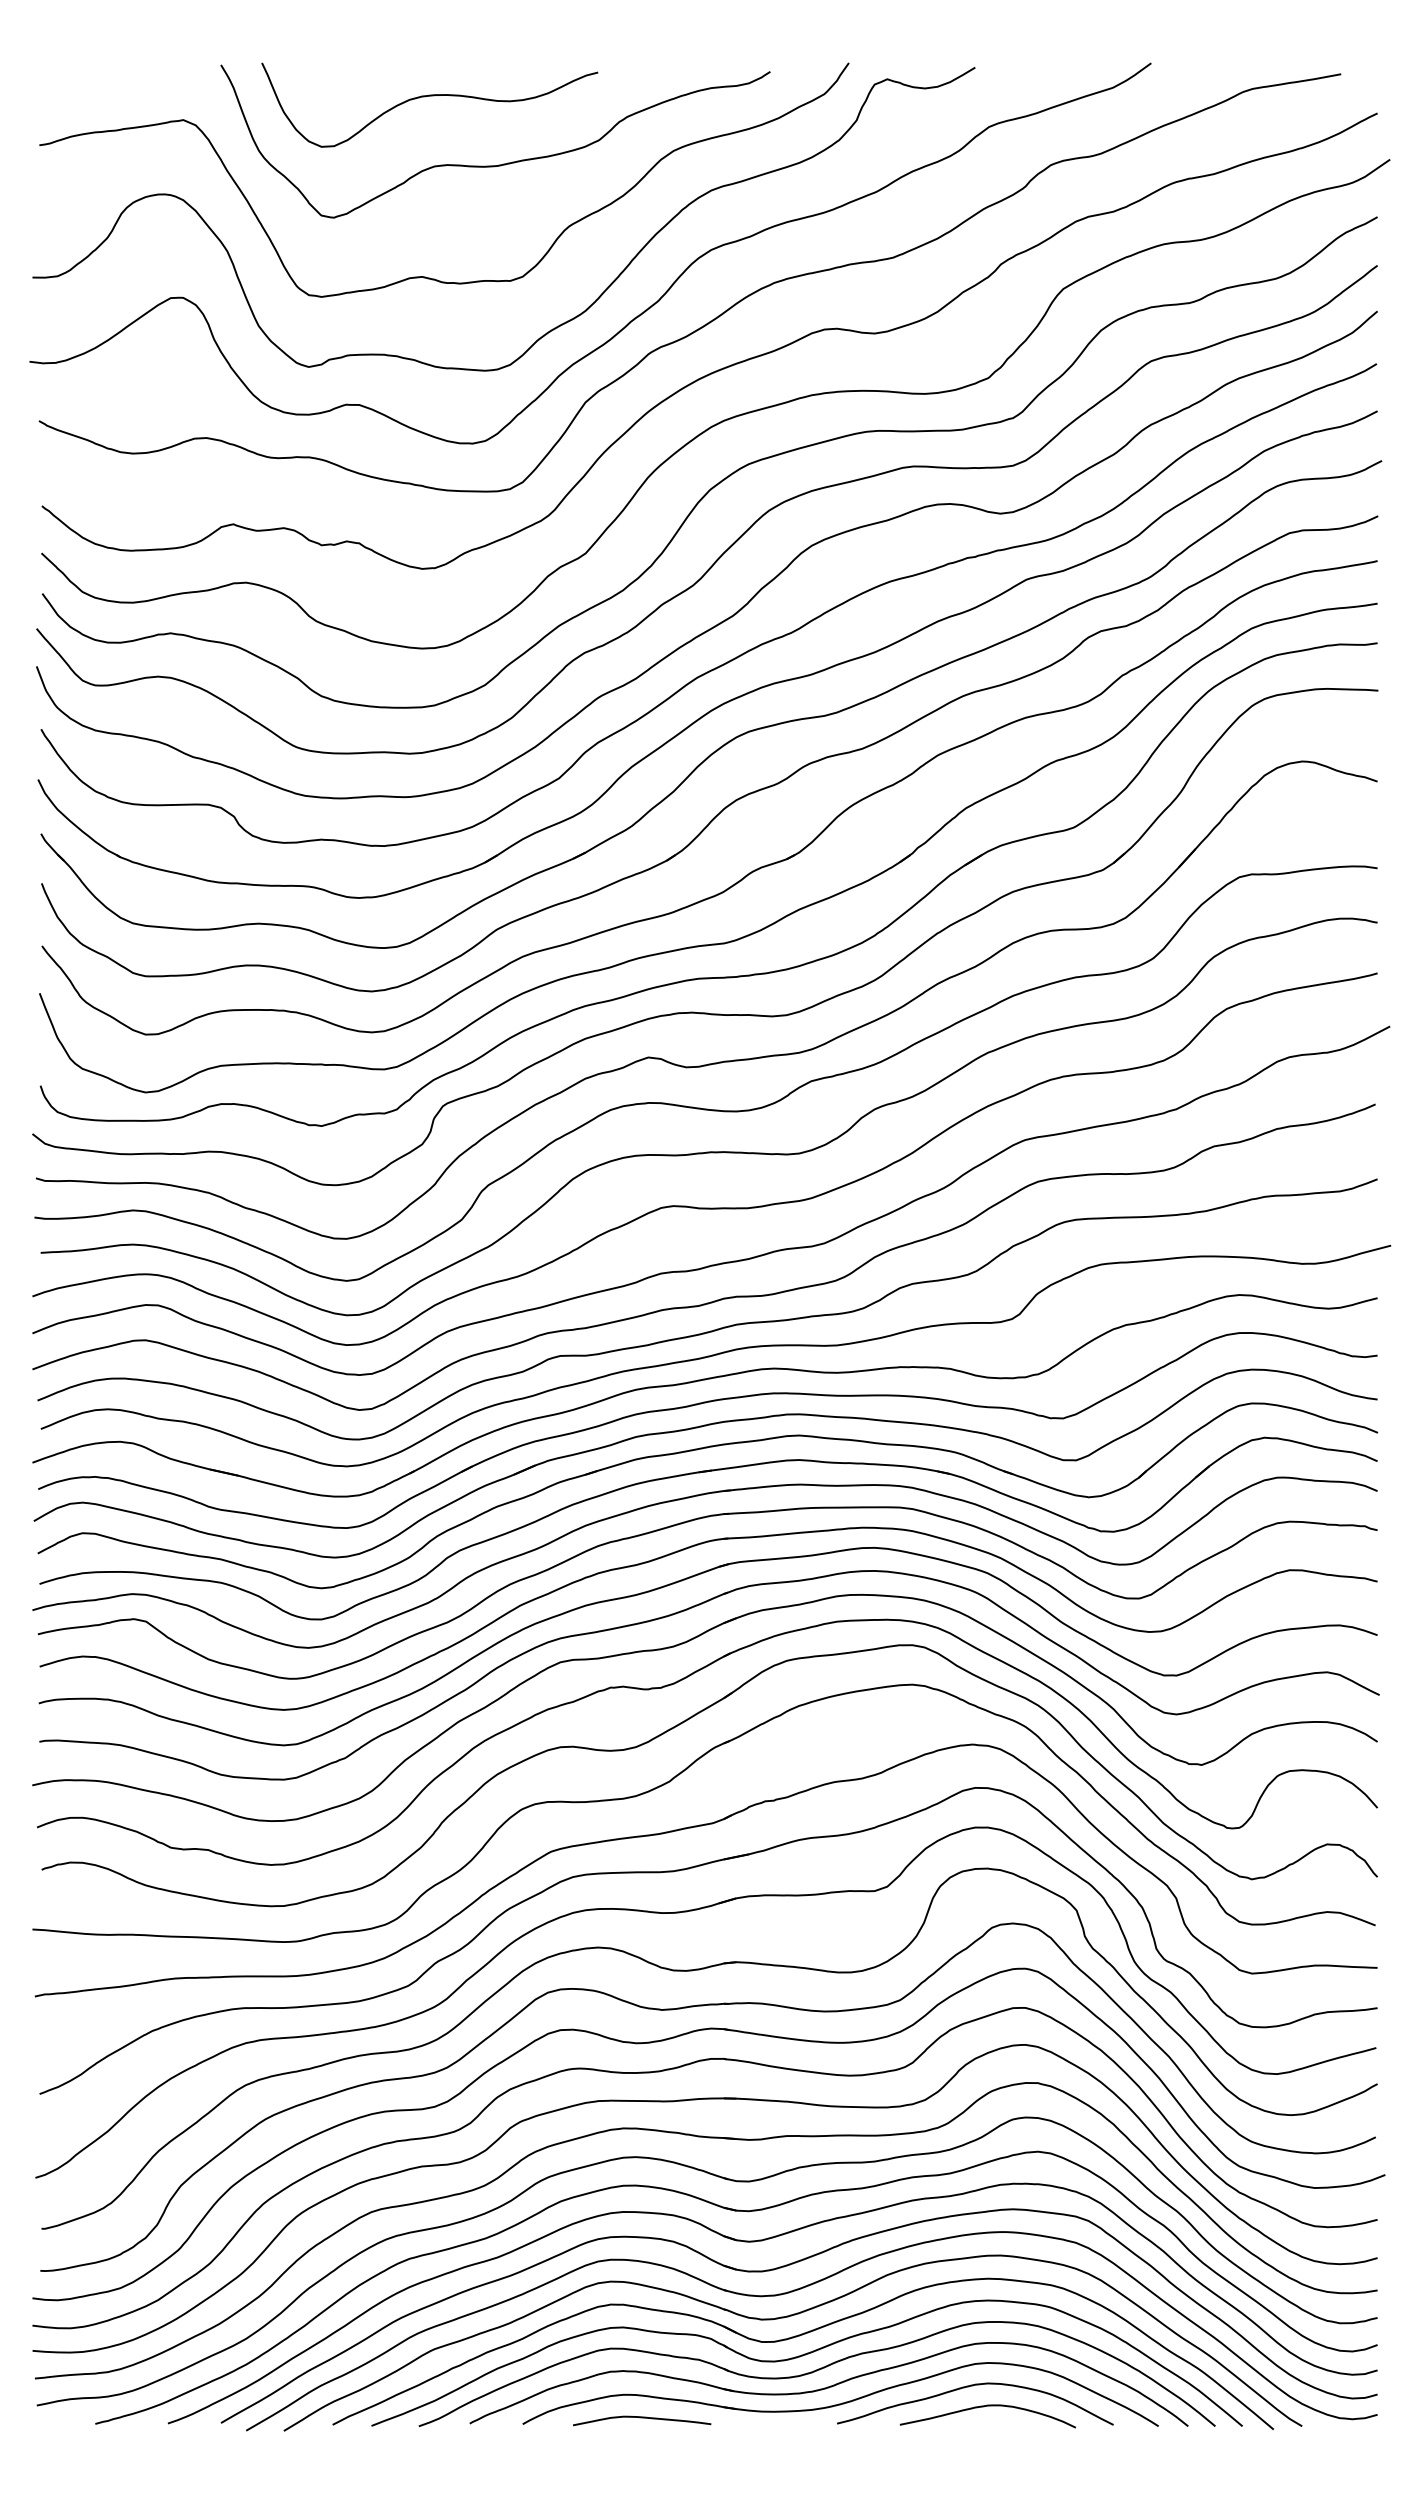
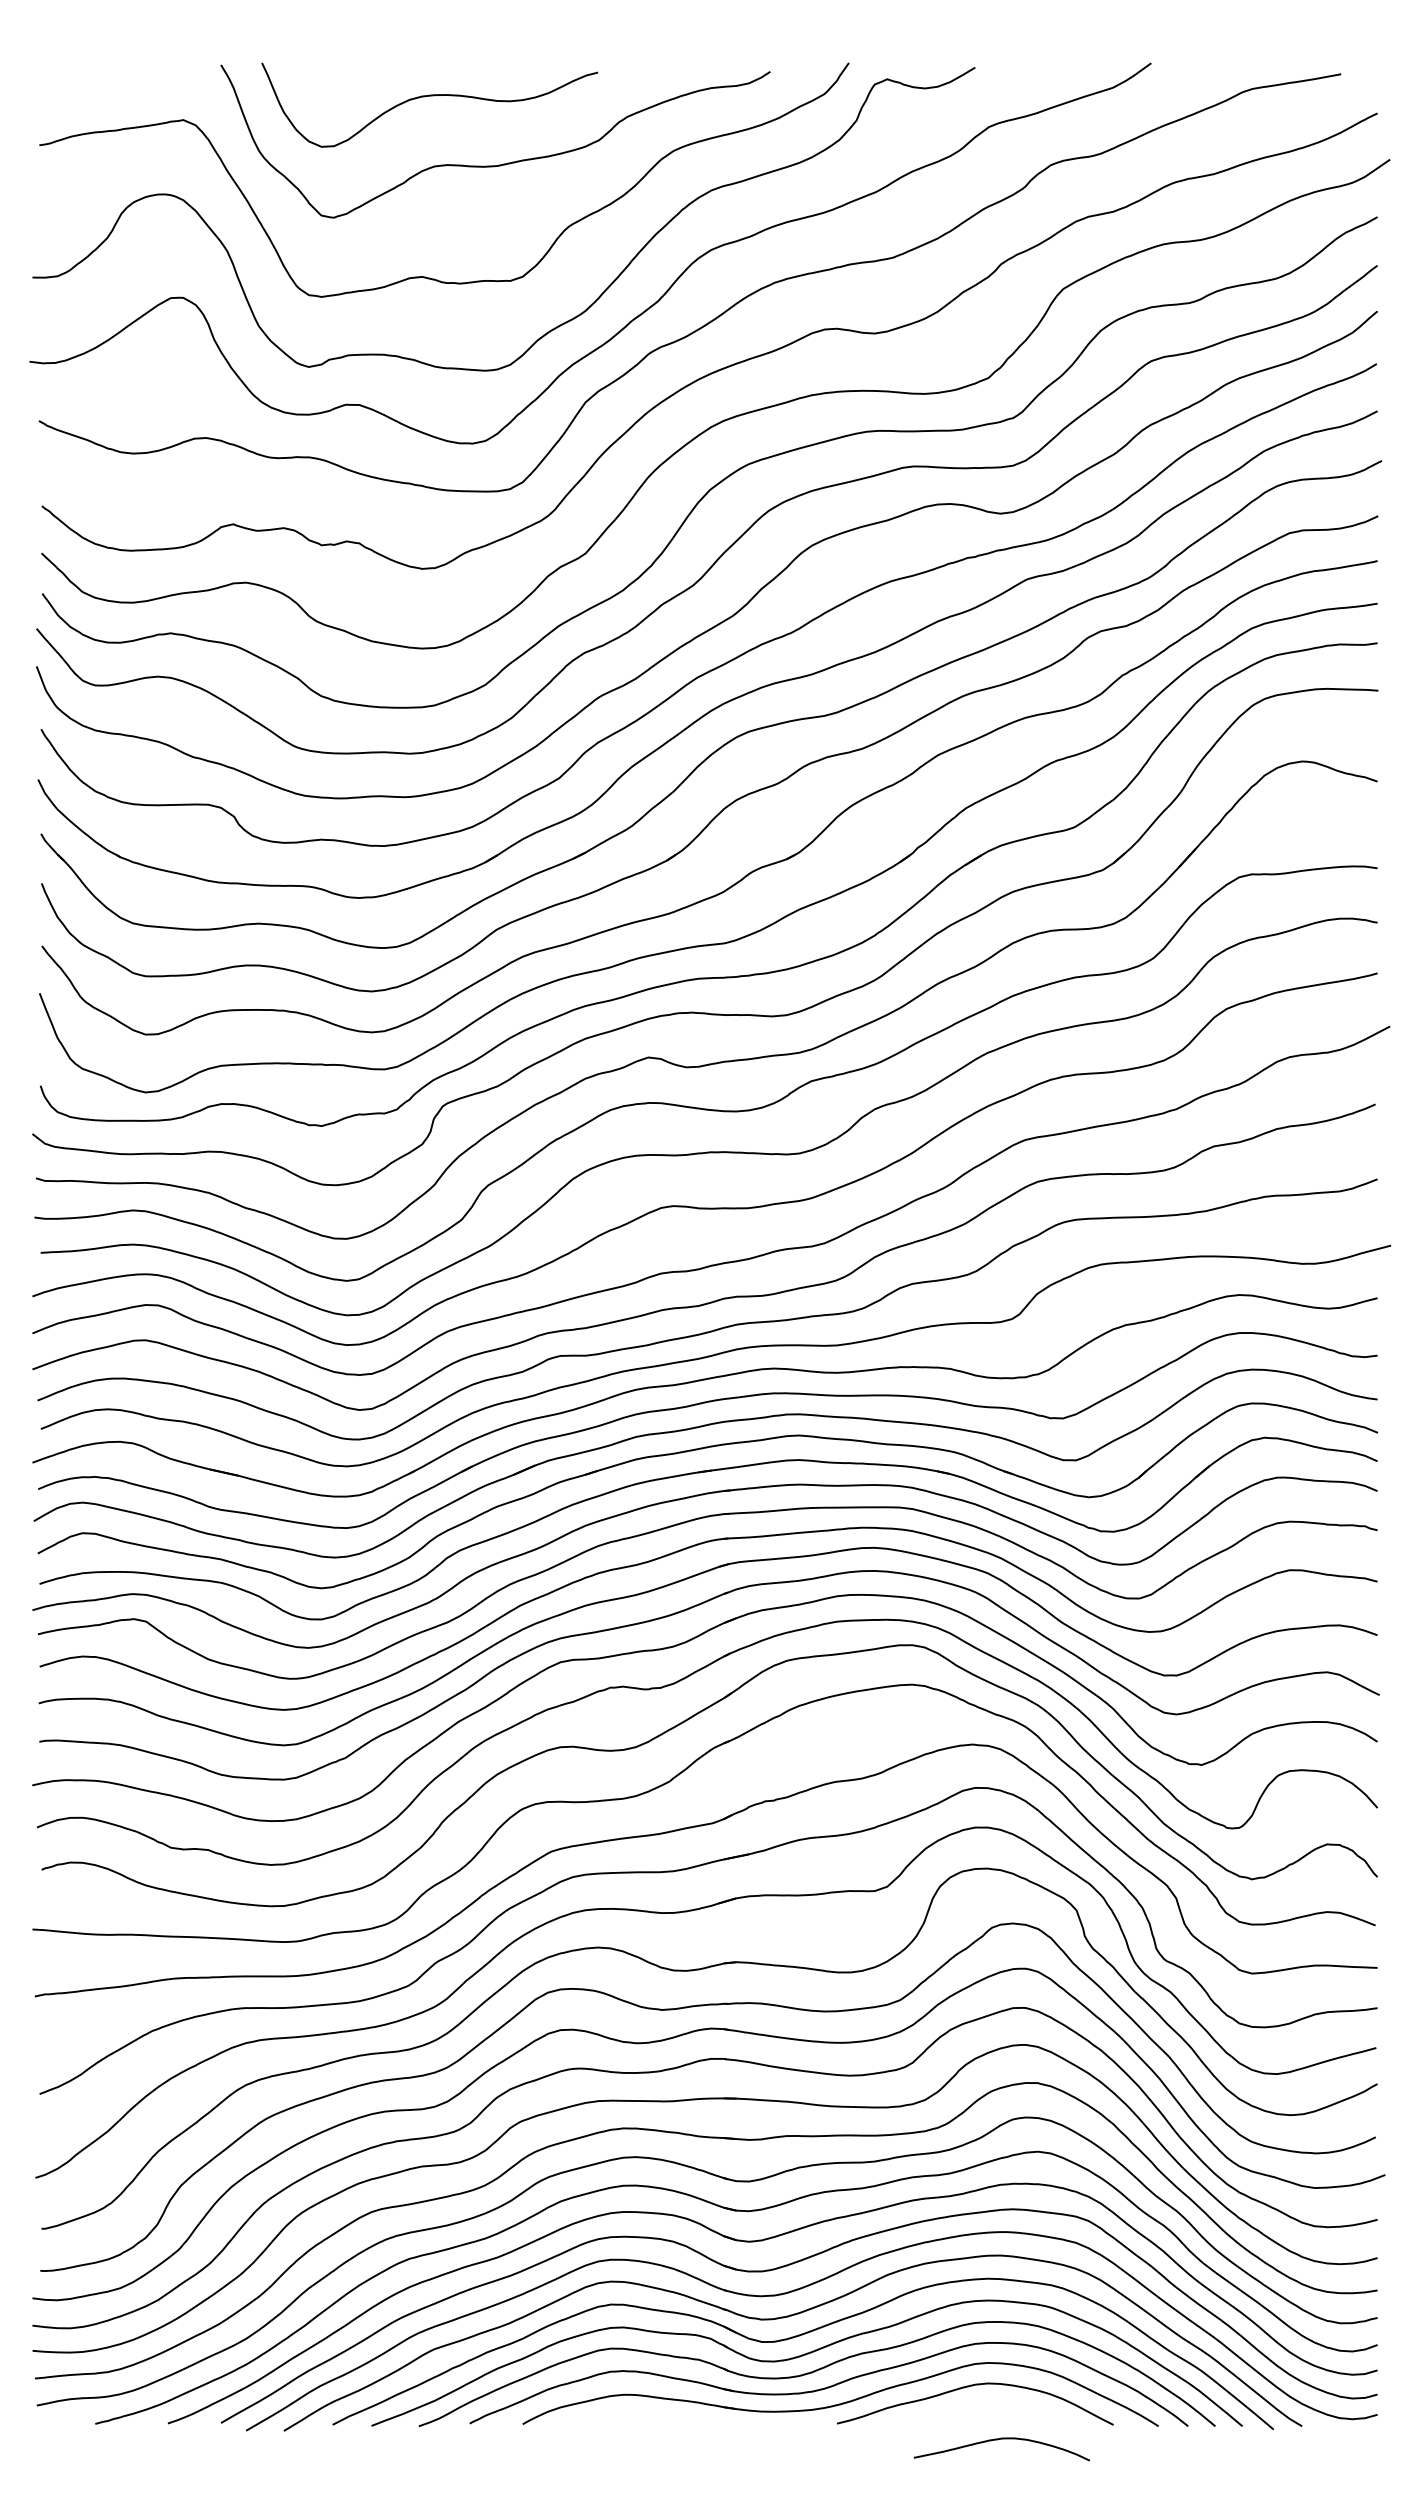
curve at (984, 2407) position: (984, 2407) -> (998, 2440)
curve at (642, 2418): present -> none
